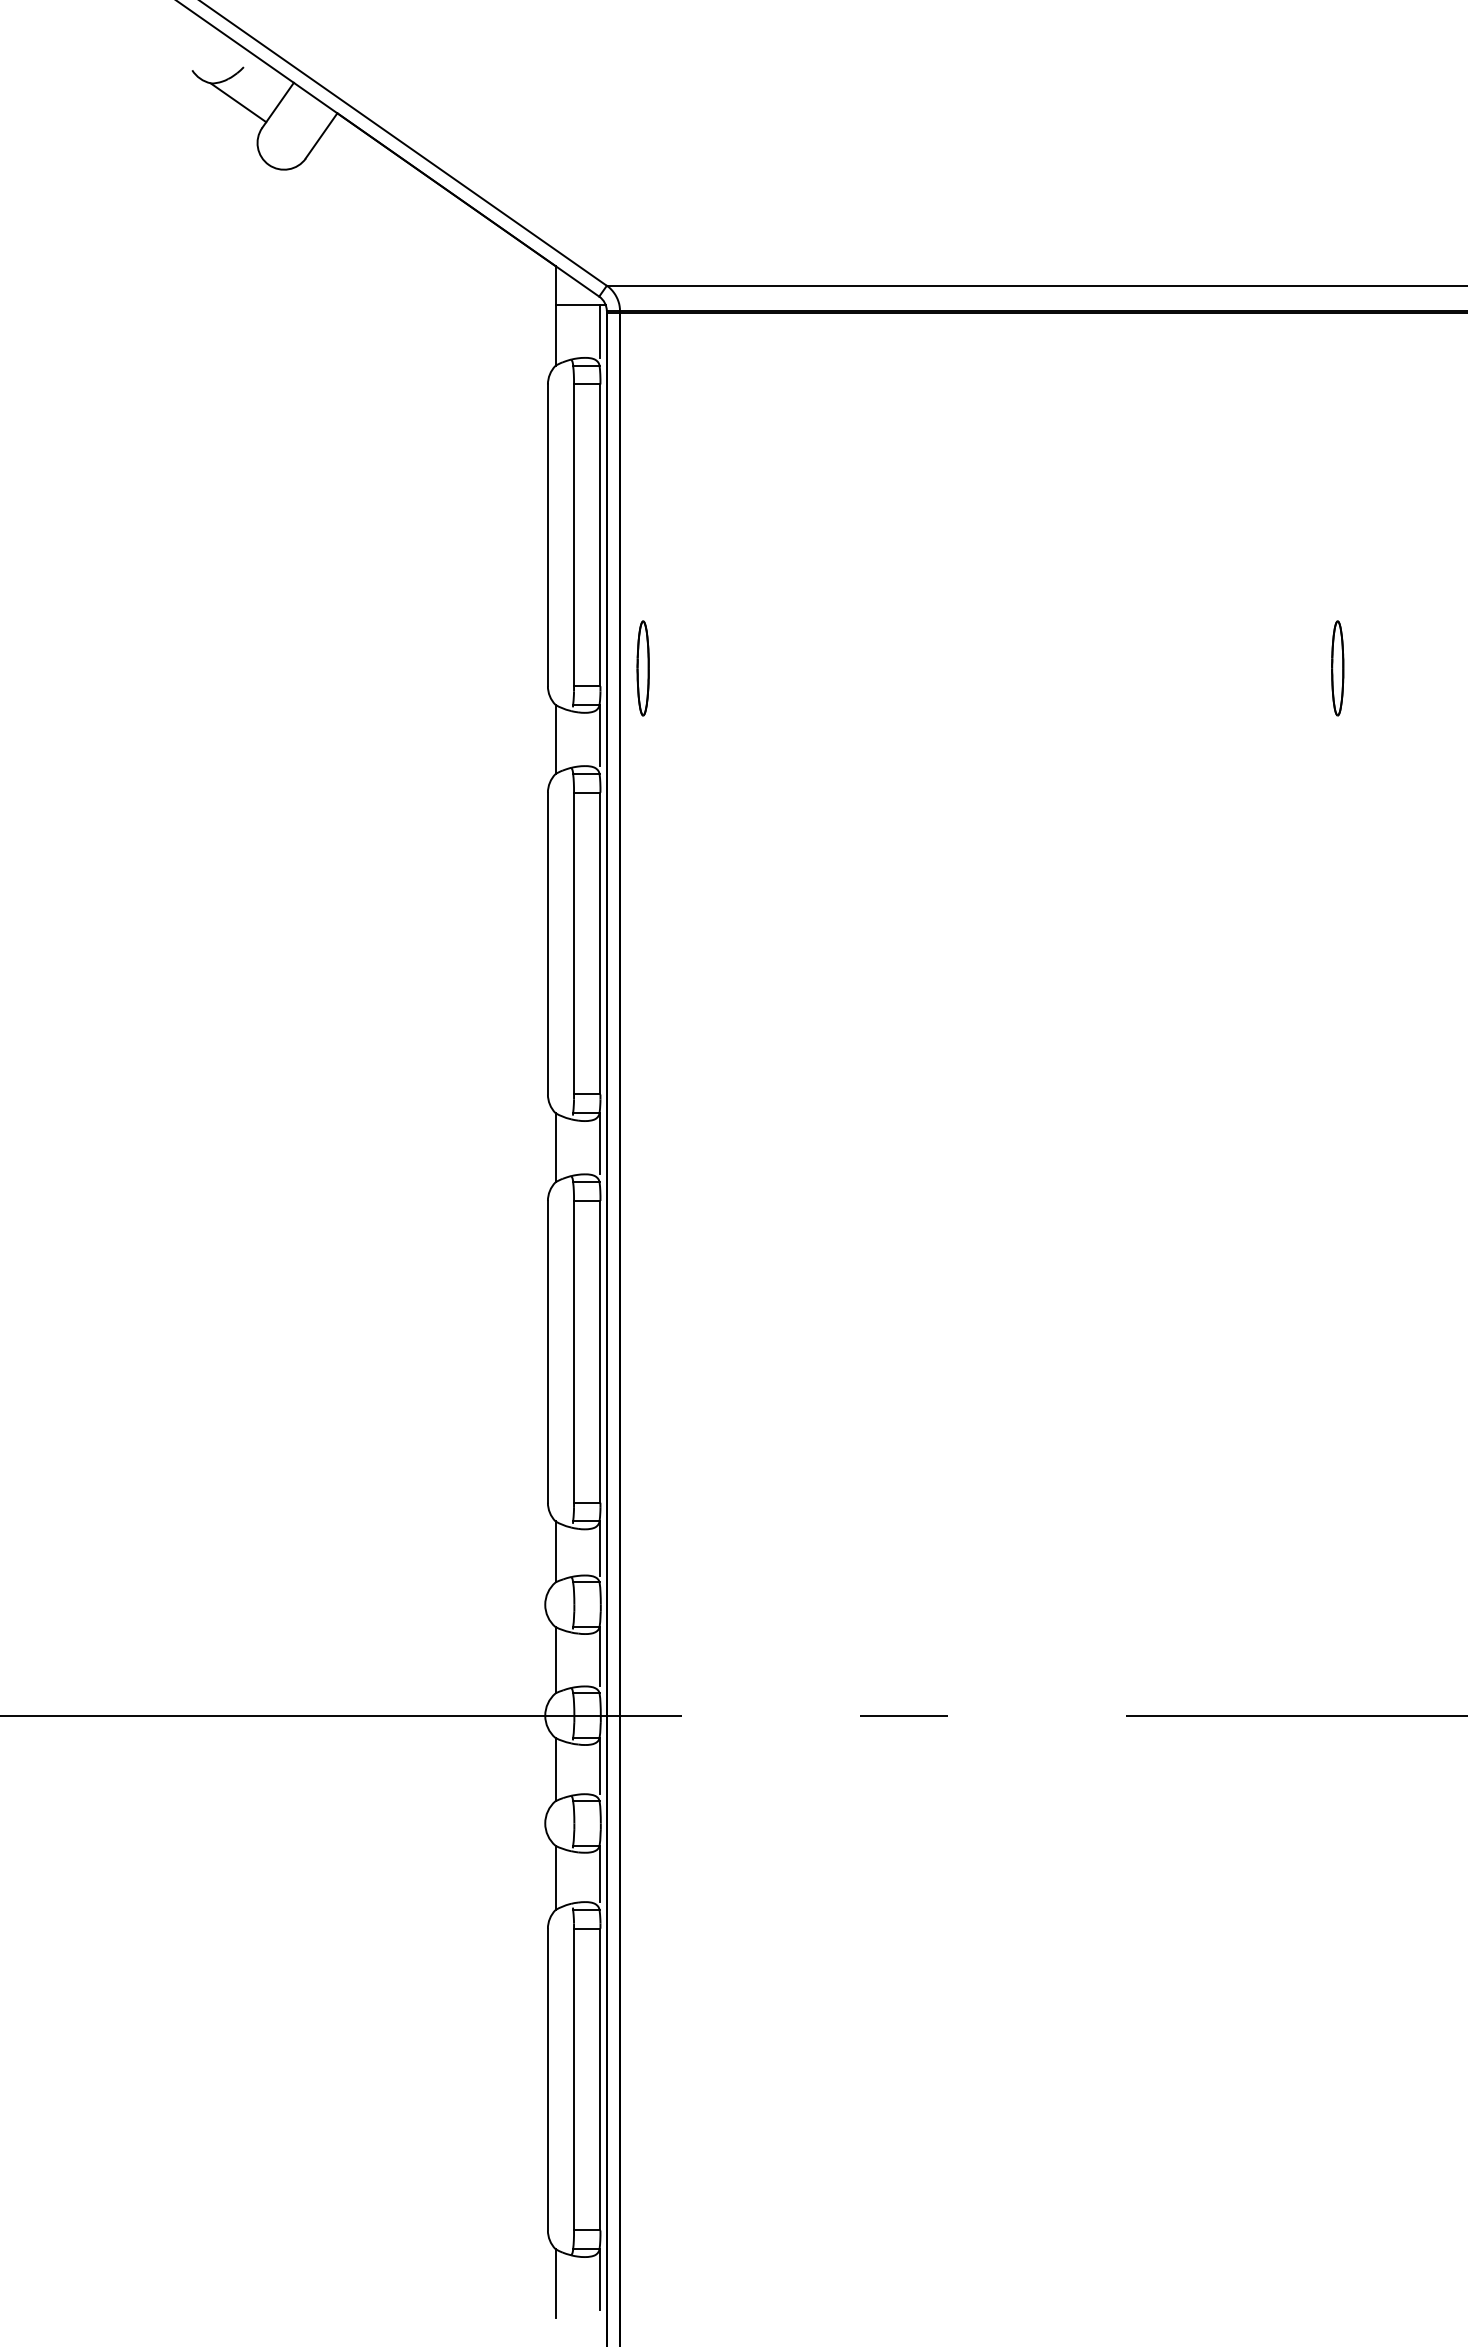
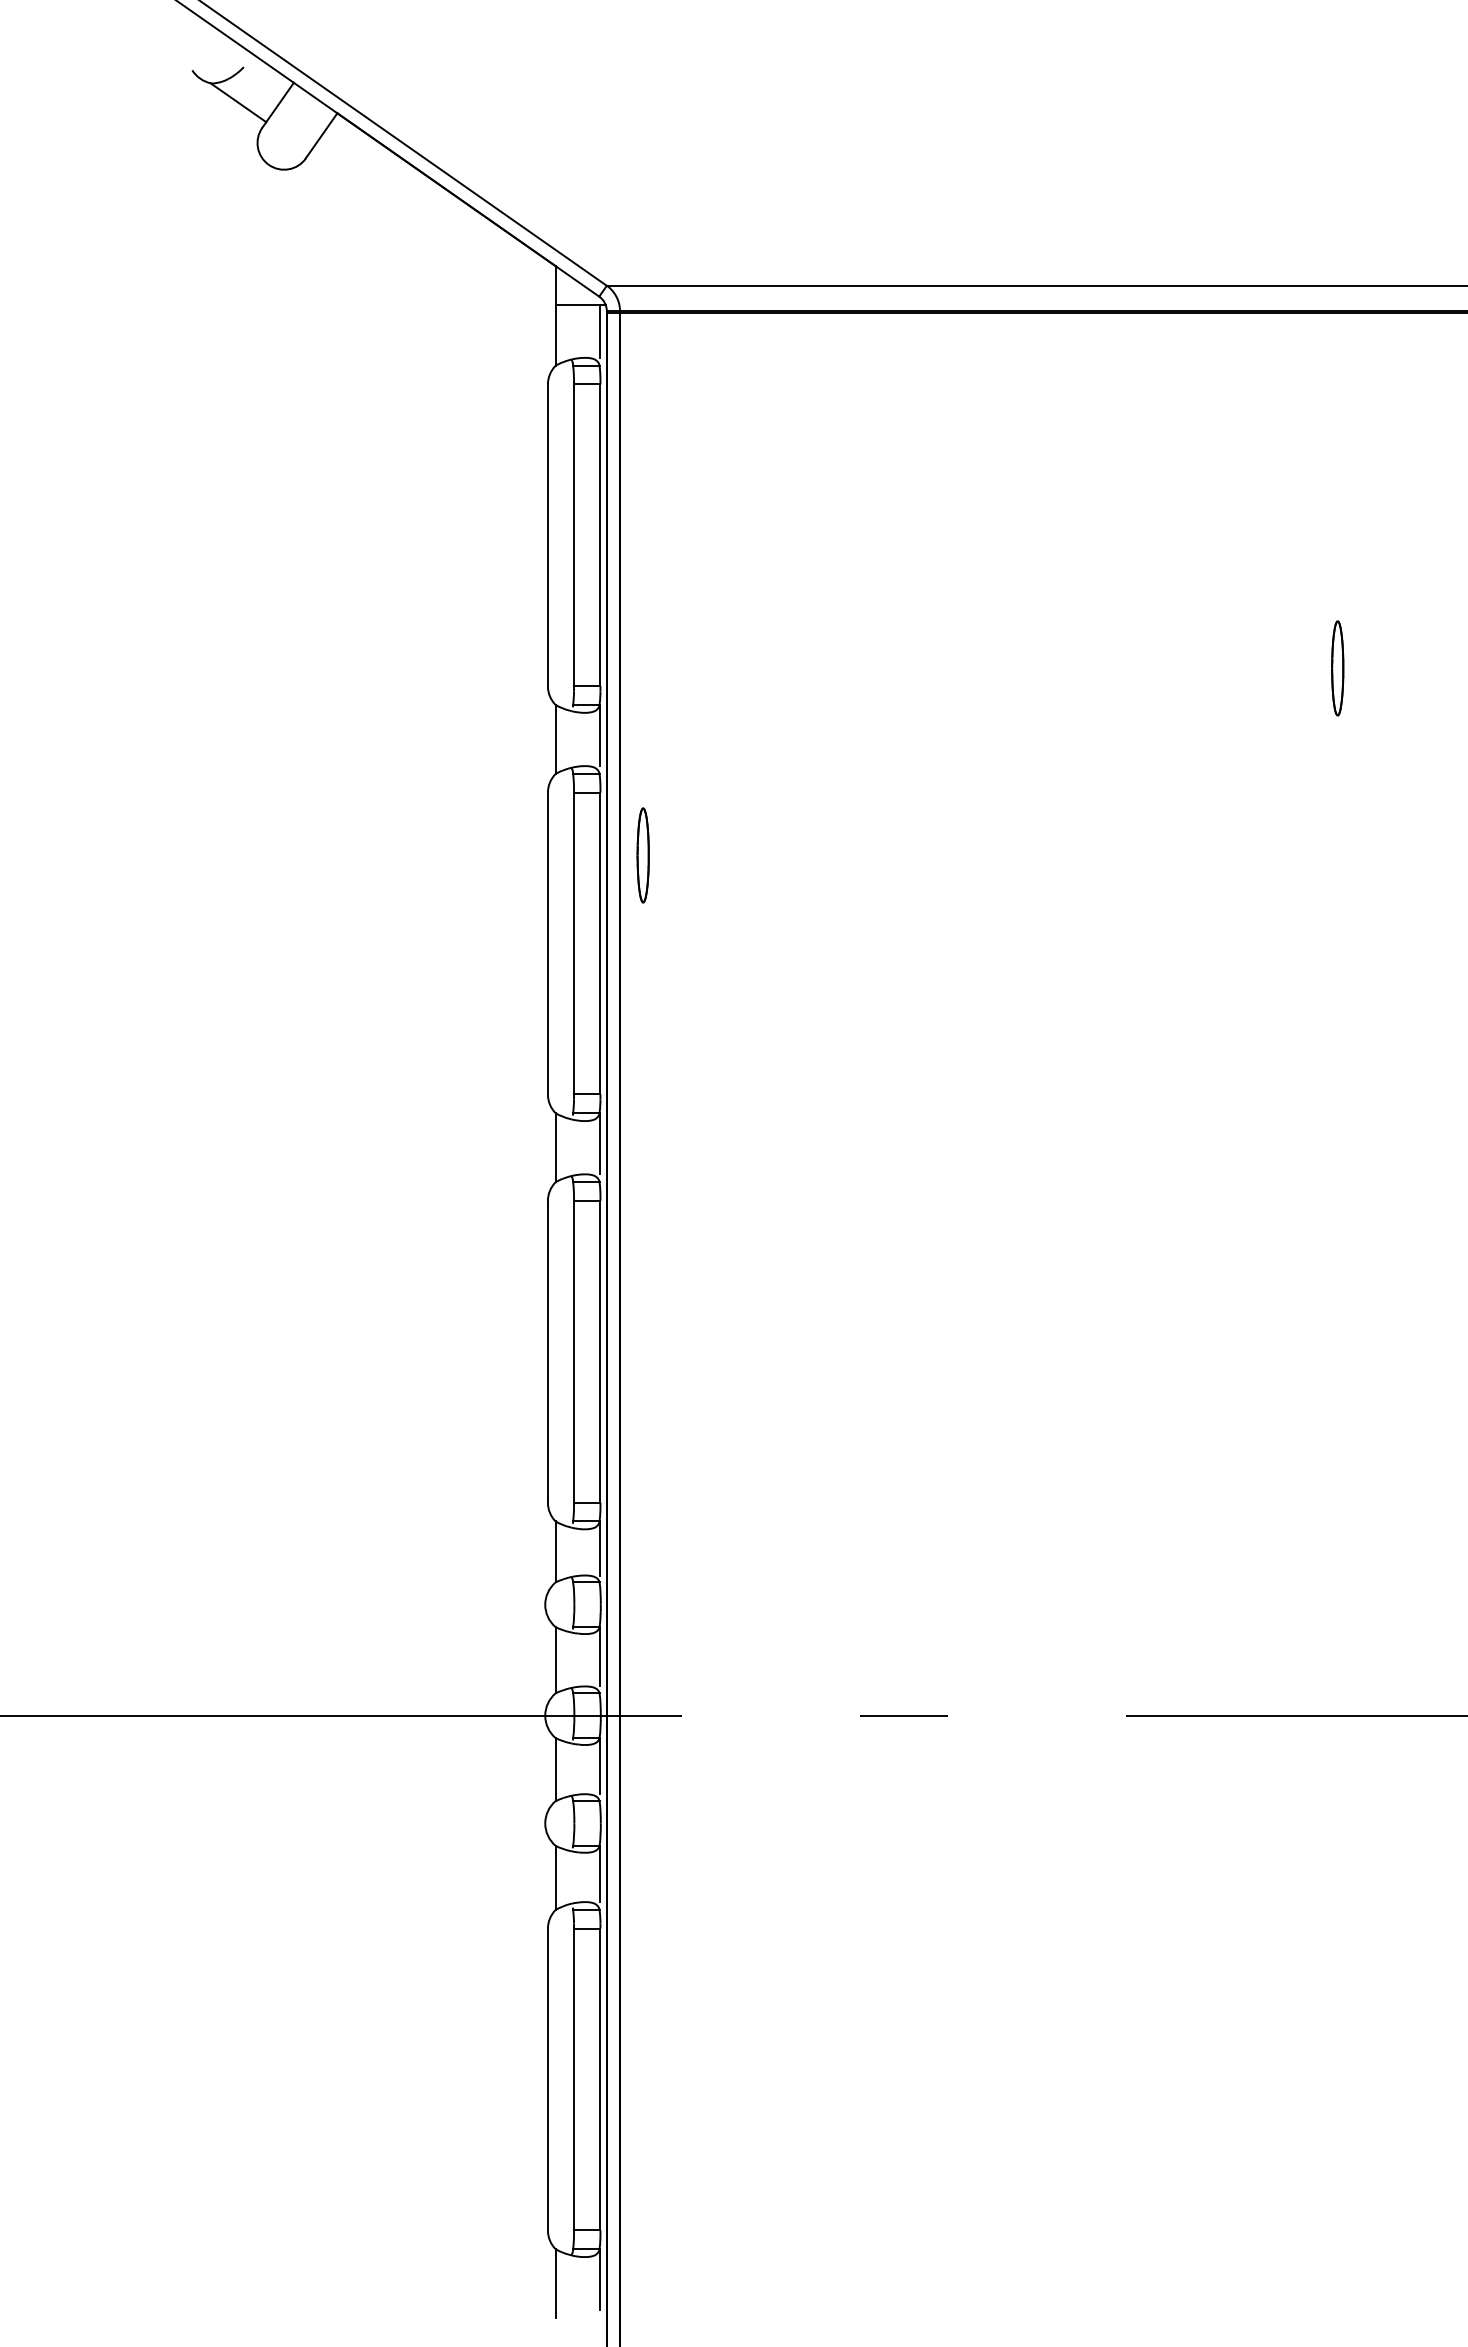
part at (642, 668) position: (642, 668) -> (642, 855)
